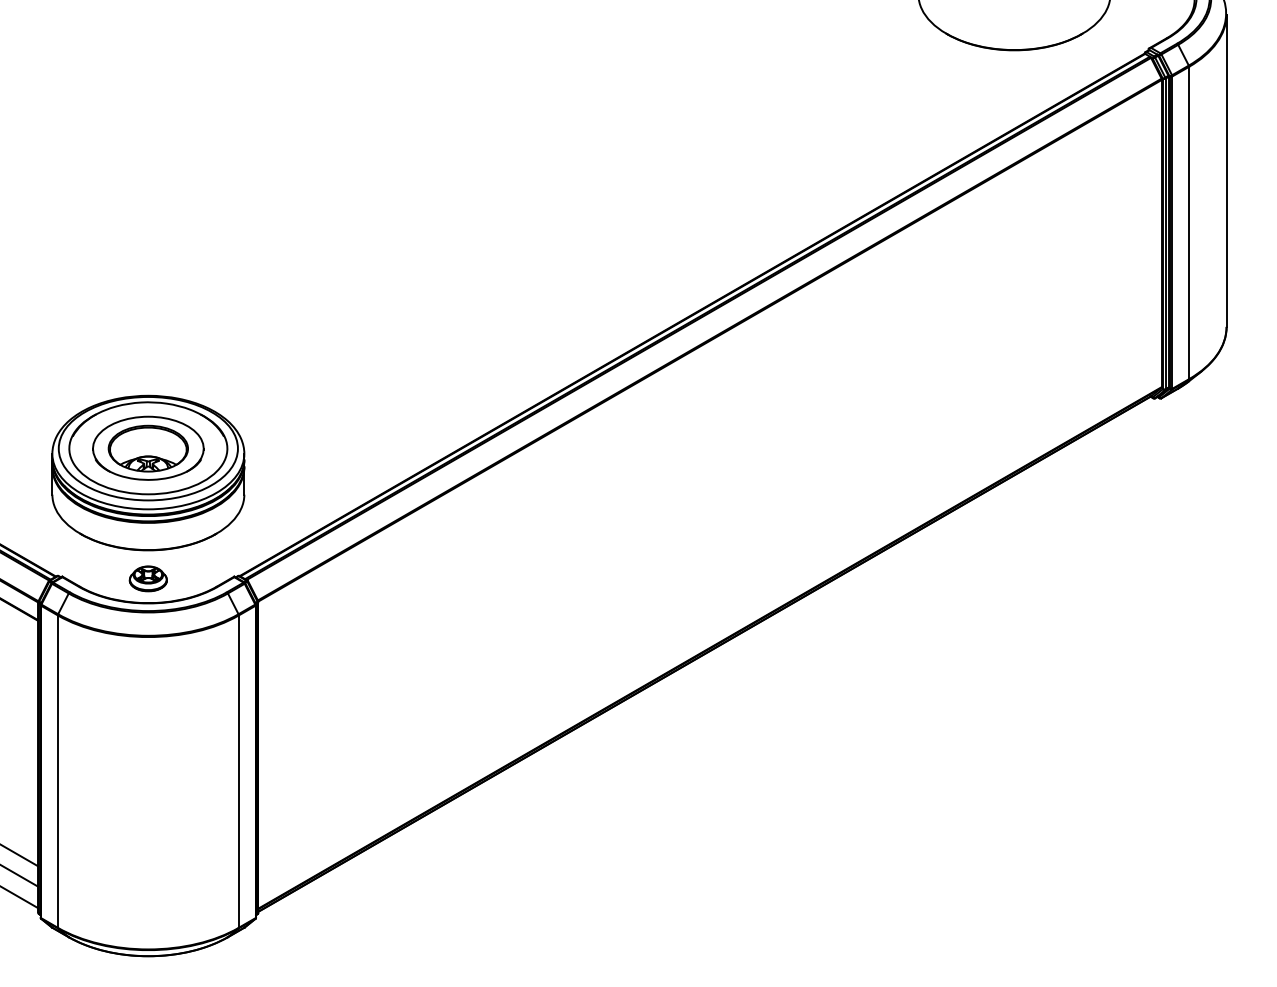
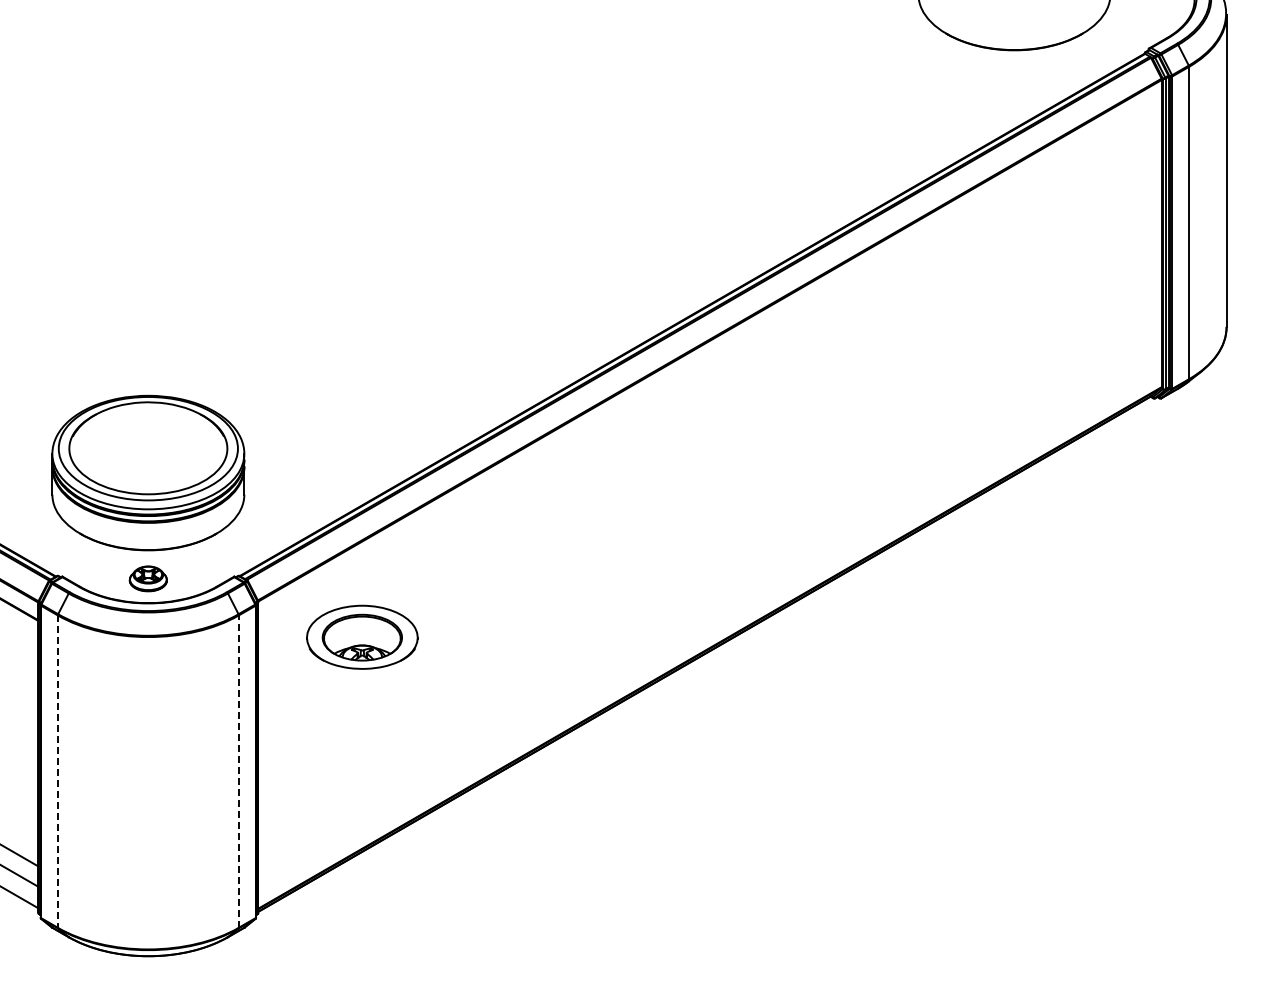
part at (148, 447) position: (148, 447) -> (362, 636)
line at (238, 771): solid -> dashed
line at (57, 772): solid -> dashed
